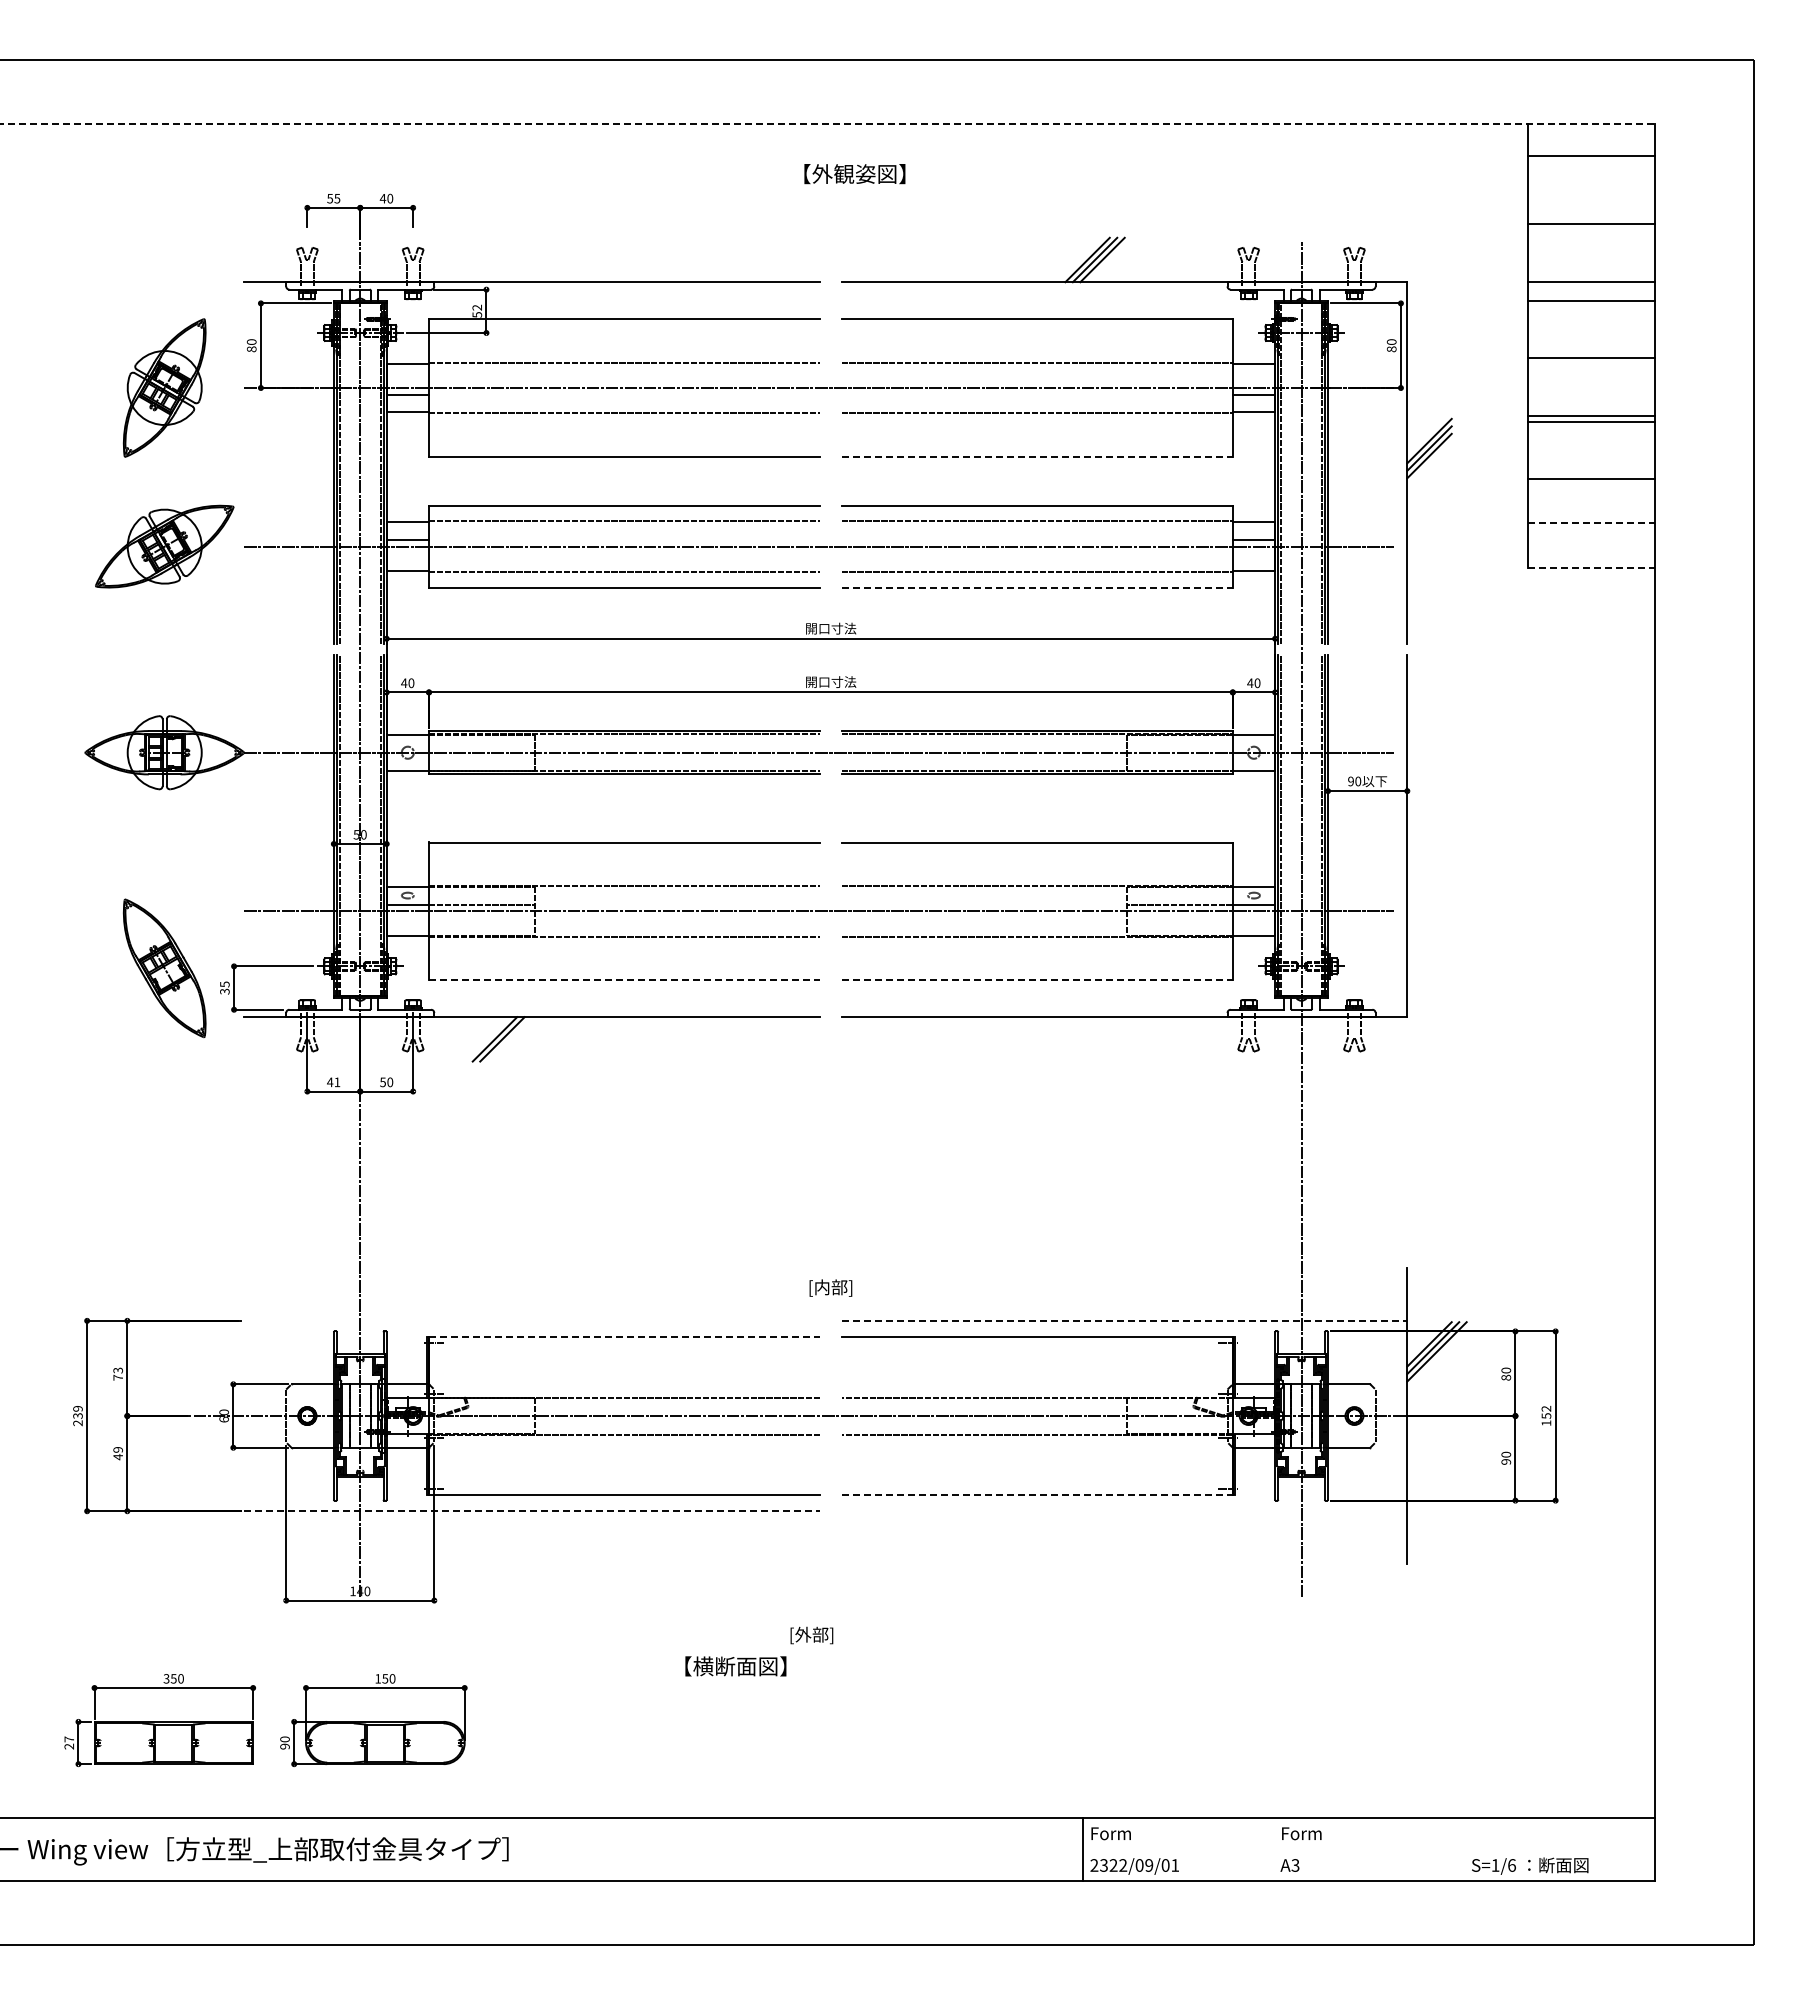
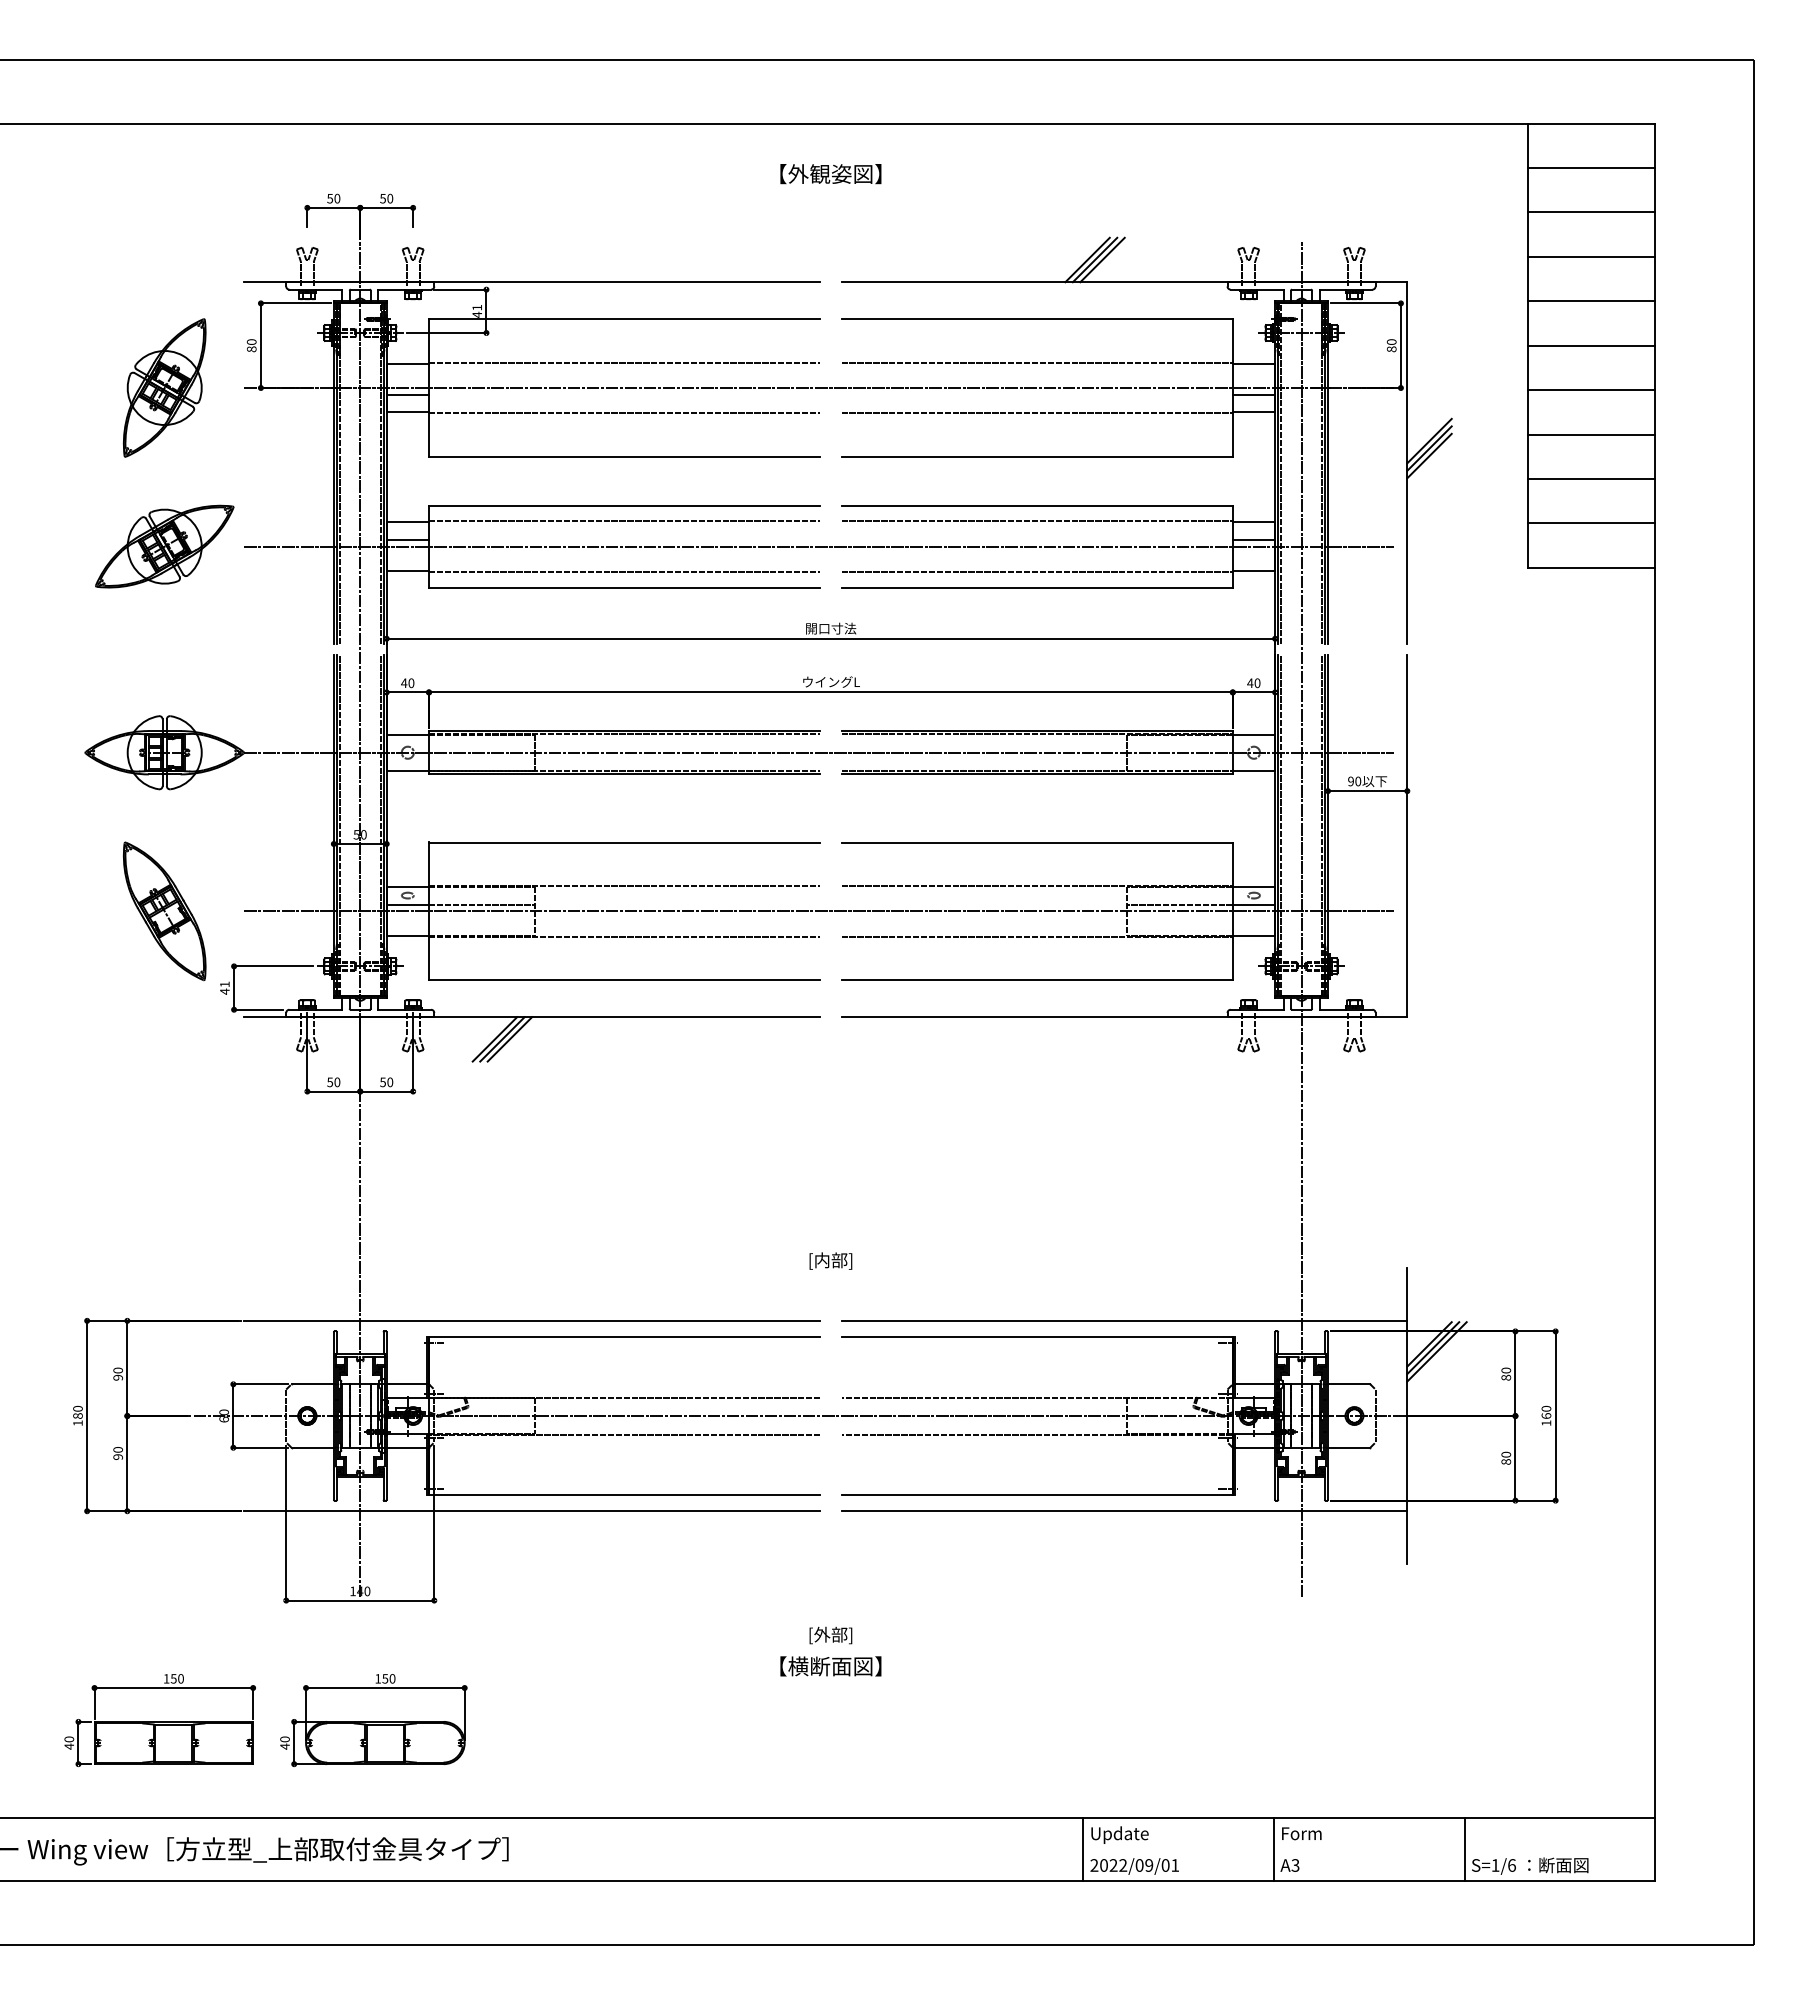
line at (828, 123): dashed -> solid
line at (1591, 156) position: (1591, 156) -> (1591, 168)
text at (854, 174) position: (854, 174) -> (830, 174)
text at (337, 198): 55 -> 50
text at (382, 198): 40 -> 50
line at (1591, 224) position: (1591, 224) -> (1591, 212)
line at (1591, 281) position: (1591, 281) -> (1591, 256)
text at (477, 310): 52 -> 41
line at (1591, 357) position: (1591, 357) -> (1591, 345)
line at (1591, 416) position: (1591, 416) -> (1591, 390)
line at (1591, 421) position: (1591, 421) -> (1591, 434)
line at (1037, 456): dashed -> solid
line at (1592, 523): dashed -> solid
line at (1592, 567): dashed -> solid
line at (1037, 587): dashed -> solid
text at (831, 682): 開口寸法 -> ウイングL
part at (164, 968) position: (164, 968) -> (164, 911)
line at (624, 980): dashed -> solid
line at (1037, 980): dashed -> solid
text at (224, 987): 35 -> 41
line at (509, 1039): none -> present
text at (333, 1082): 41 -> 50
text at (830, 1287) position: (830, 1287) -> (830, 1260)
line at (531, 1320): none -> present
line at (1124, 1320): dashed -> solid
line at (624, 1336): dashed -> solid
text at (118, 1373): 73 -> 90
text at (1546, 1411): 152 -> 160
text at (77, 1416): 239 -> 180
text at (118, 1453): 49 -> 90
text at (1506, 1461): 90 -> 80
line at (1037, 1495): dashed -> solid
line at (532, 1511): dashed -> solid
line at (1124, 1511): none -> present
text at (811, 1635) position: (811, 1635) -> (830, 1635)
text at (735, 1666) position: (735, 1666) -> (830, 1666)
text at (166, 1678): 350 -> 150
text at (69, 1742): 27 -> 40
text at (284, 1746): 90 -> 40
text at (1119, 1834): Form -> Update
line at (1273, 1849): none -> present
line at (1464, 1849): none -> present
text at (1103, 1865): 2322/09/01 -> 2022/09/01
